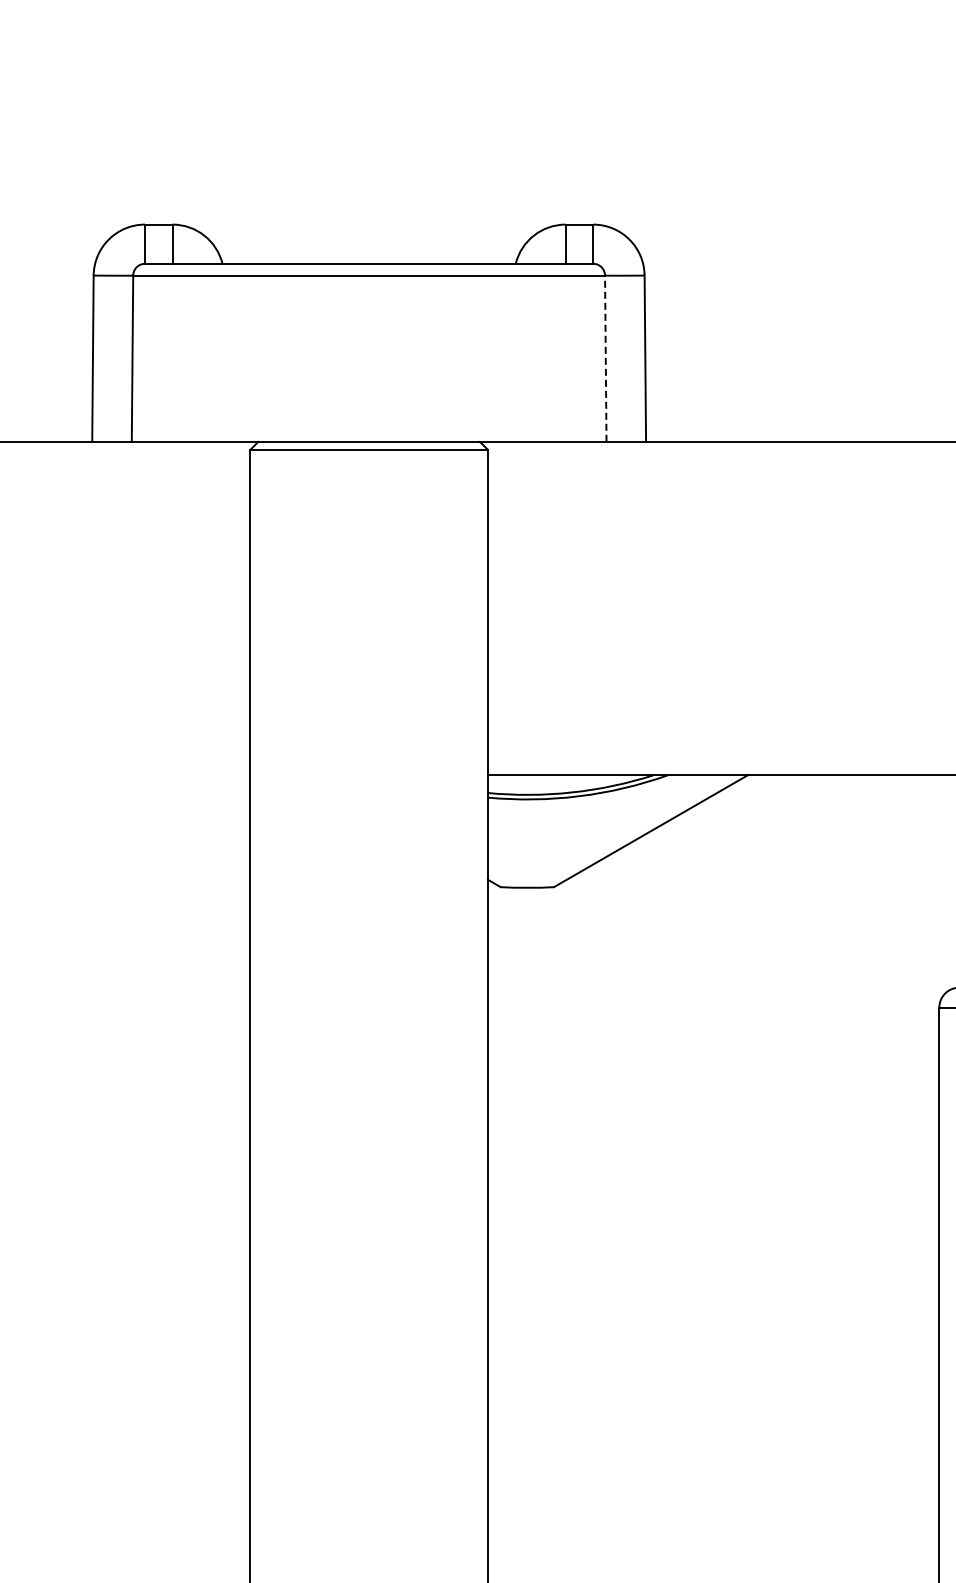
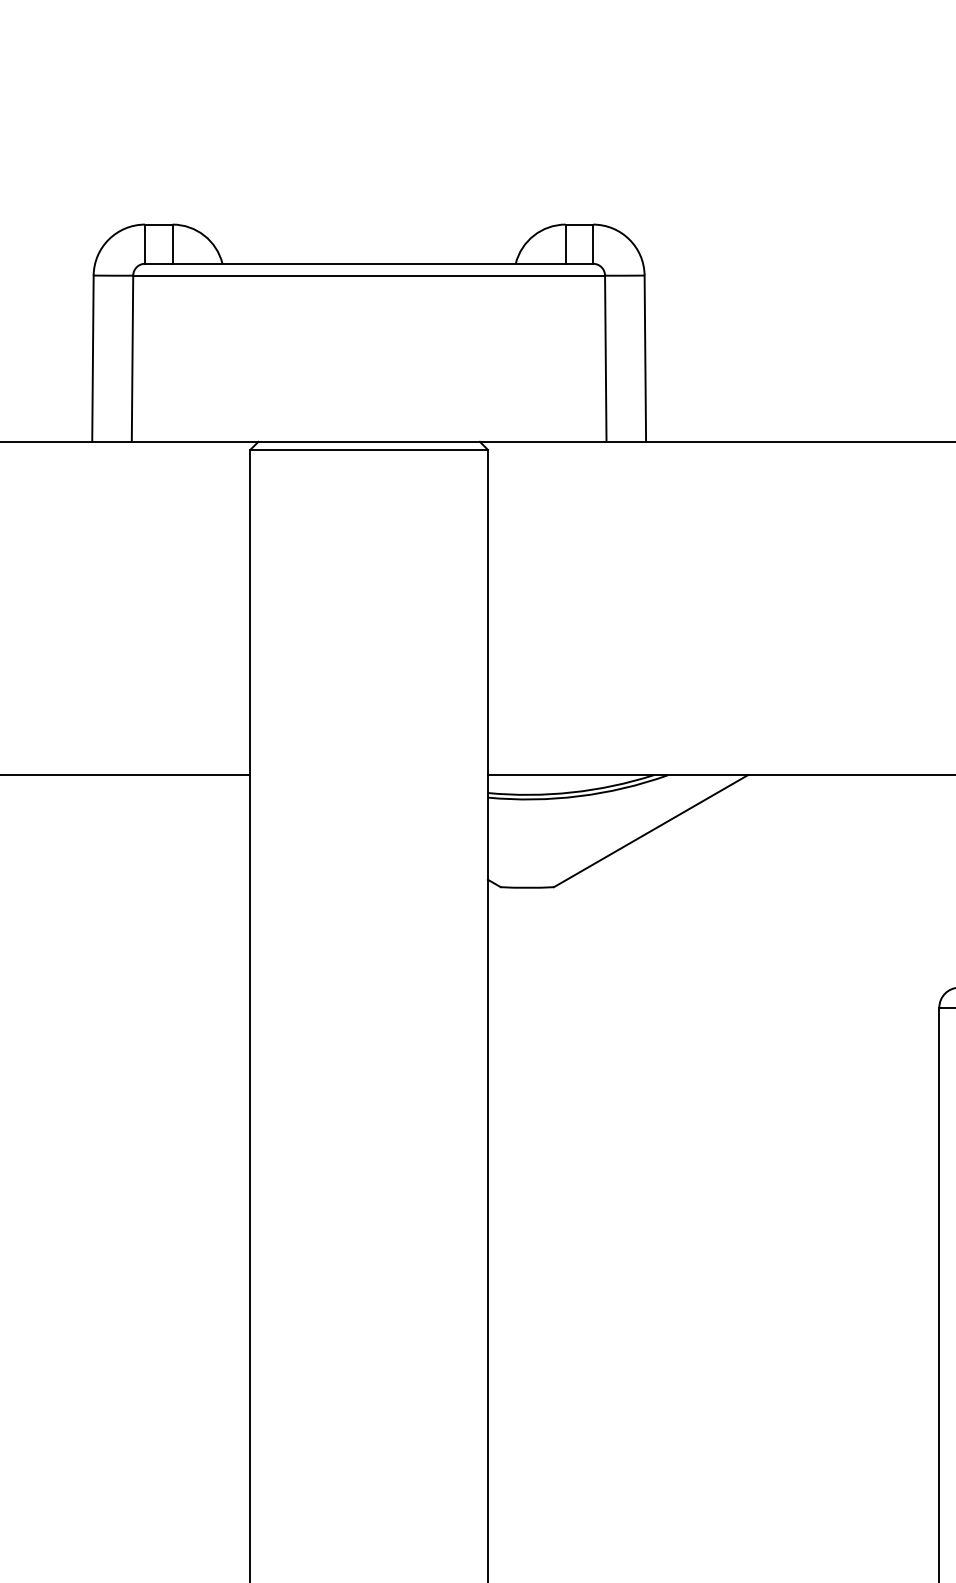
line at (605, 358): dashed -> solid
line at (126, 775): none -> present
